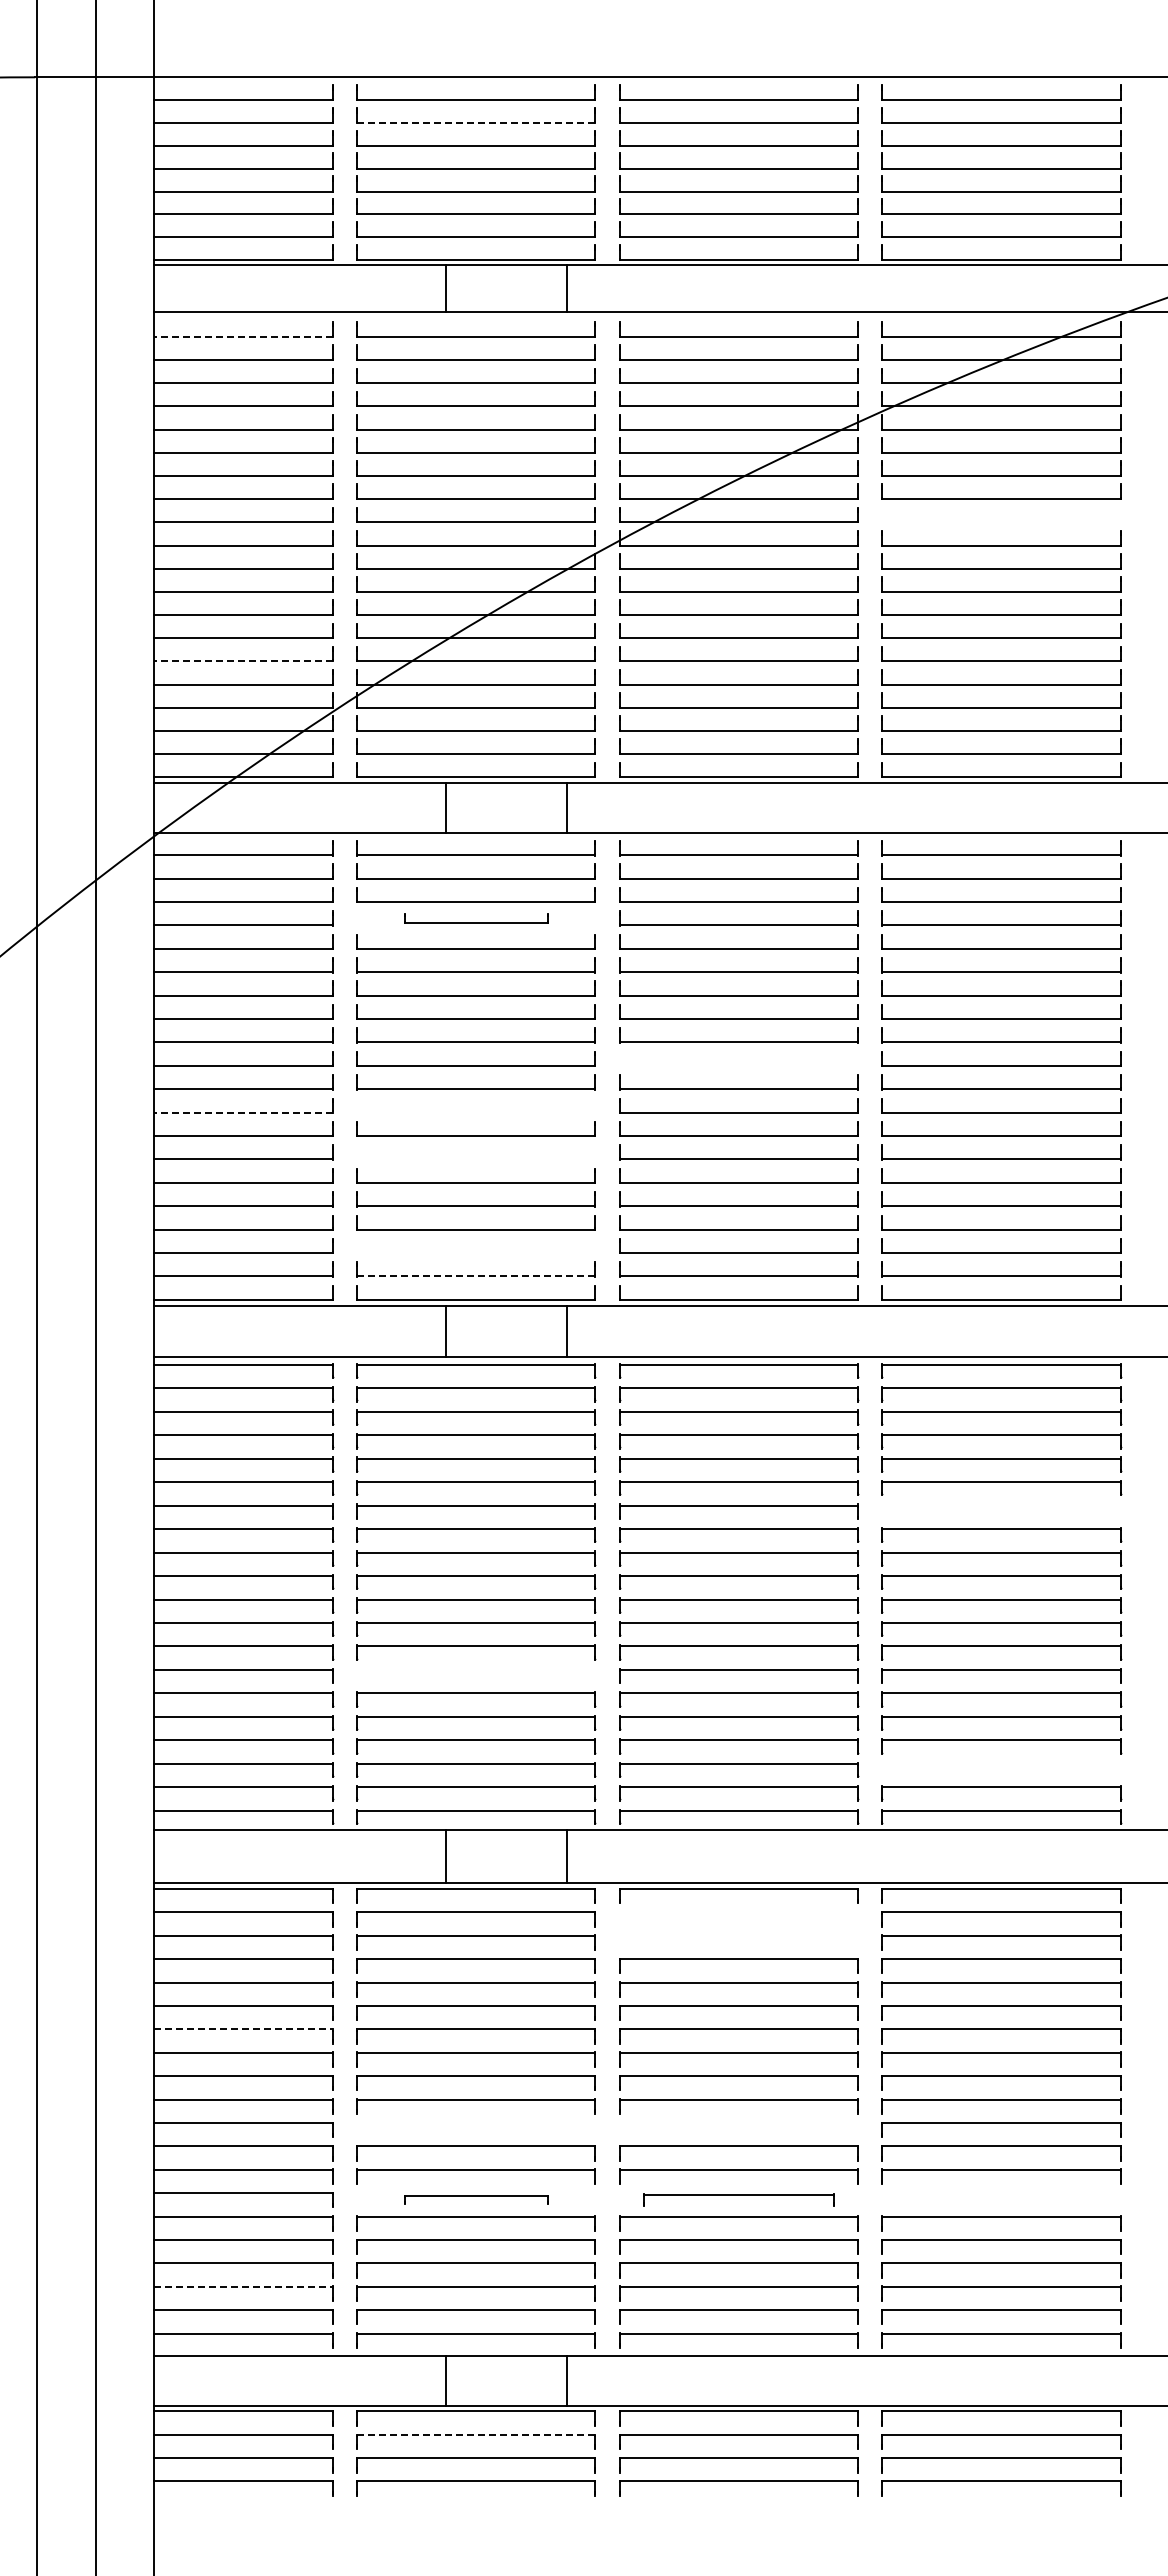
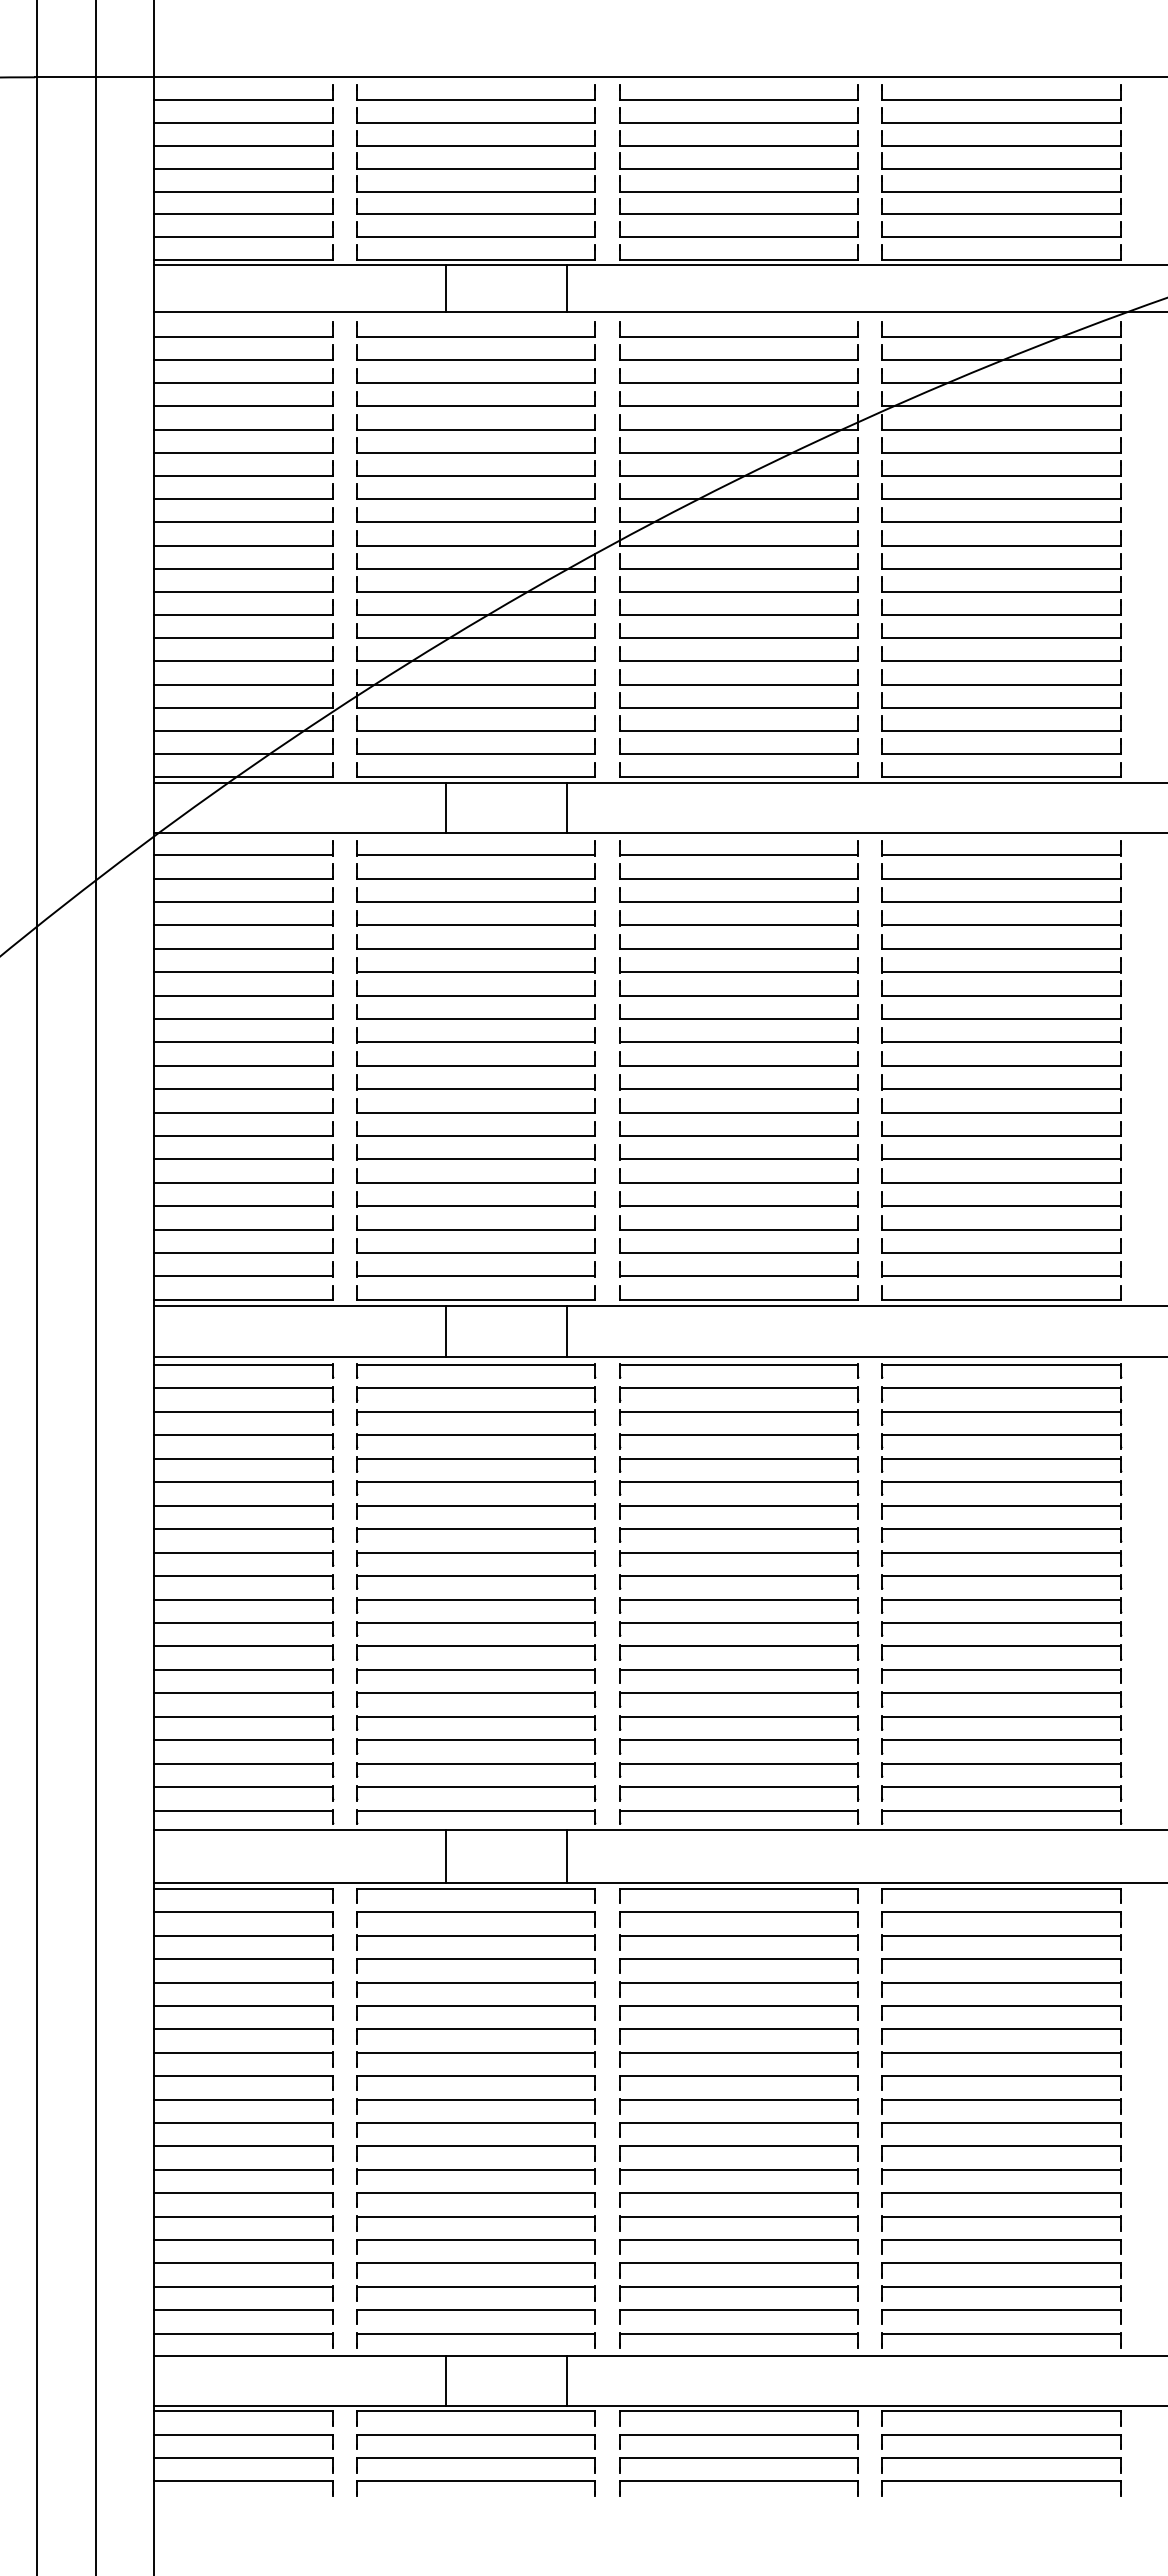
line at (475, 122): dashed -> solid
line at (243, 336): dashed -> solid
part at (1001, 521): none -> present
line at (243, 661): dashed -> solid
part at (476, 918) size: 145x11 px -> 240x17 px
part at (738, 1065): none -> present
line at (243, 1112): dashed -> solid
part at (475, 1112): none -> present
part at (475, 1152): none -> present
part at (475, 1252): none -> present
line at (475, 1276): dashed -> solid
part at (1001, 1511): none -> present
part at (475, 1675): none -> present
part at (1001, 1769): none -> present
part at (738, 1930): none -> present
line at (244, 2029): dashed -> solid
part at (475, 2129): none -> present
part at (738, 2129): none -> present
part at (476, 2199) size: 145x10 px -> 240x16 px
part at (738, 2199) size: 192x14 px -> 240x16 px
part at (1001, 2199): none -> present
line at (244, 2286): dashed -> solid
line at (476, 2434): dashed -> solid
